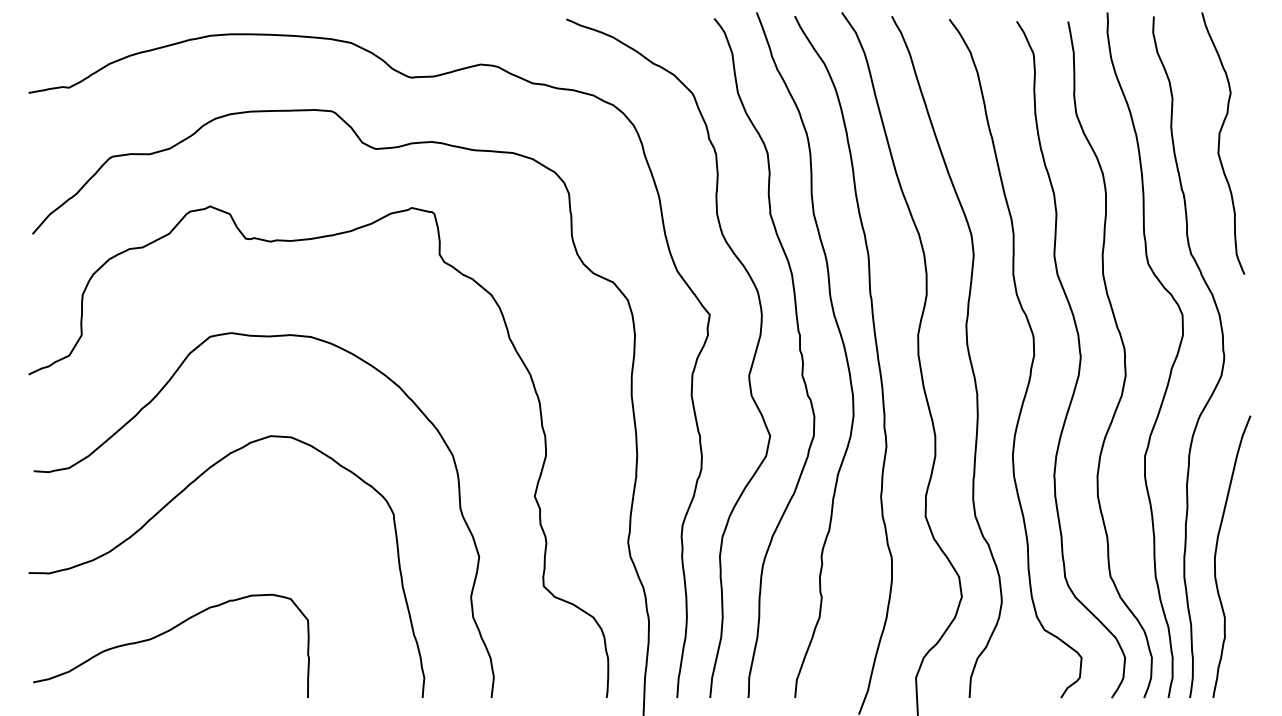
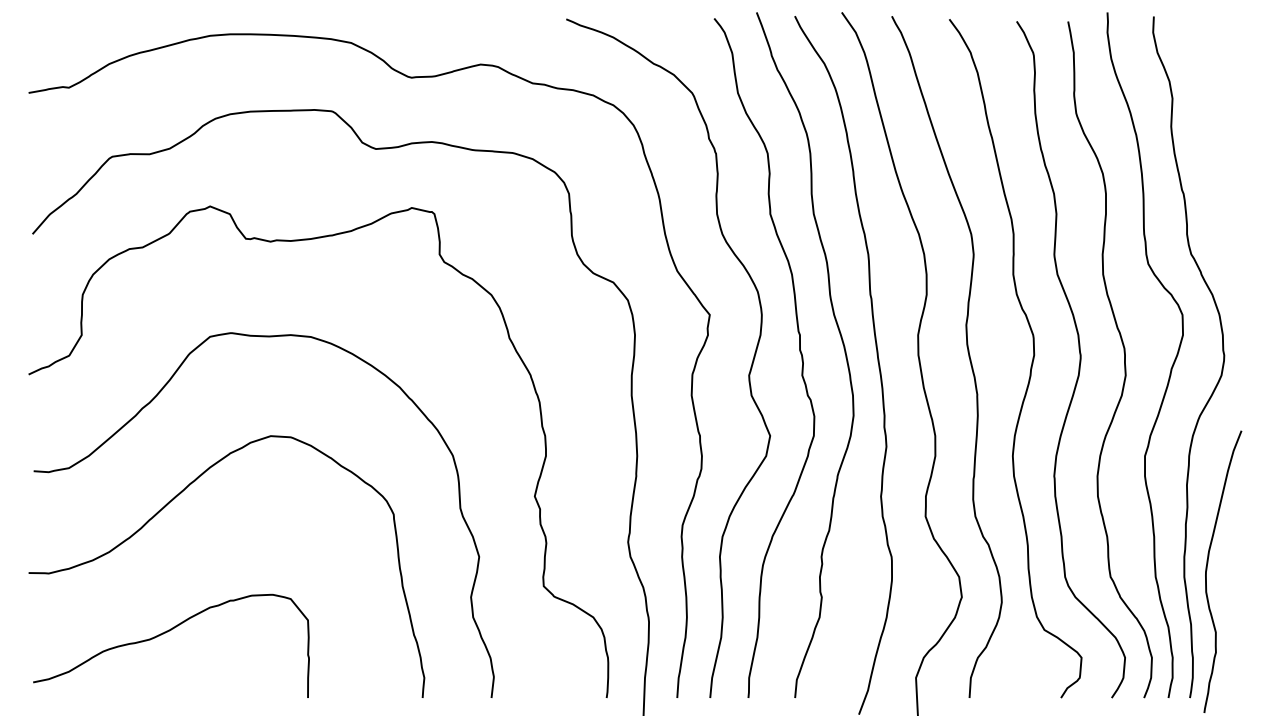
curve at (1219, 143): present -> none
curve at (1216, 555) position: (1216, 555) -> (1207, 570)
